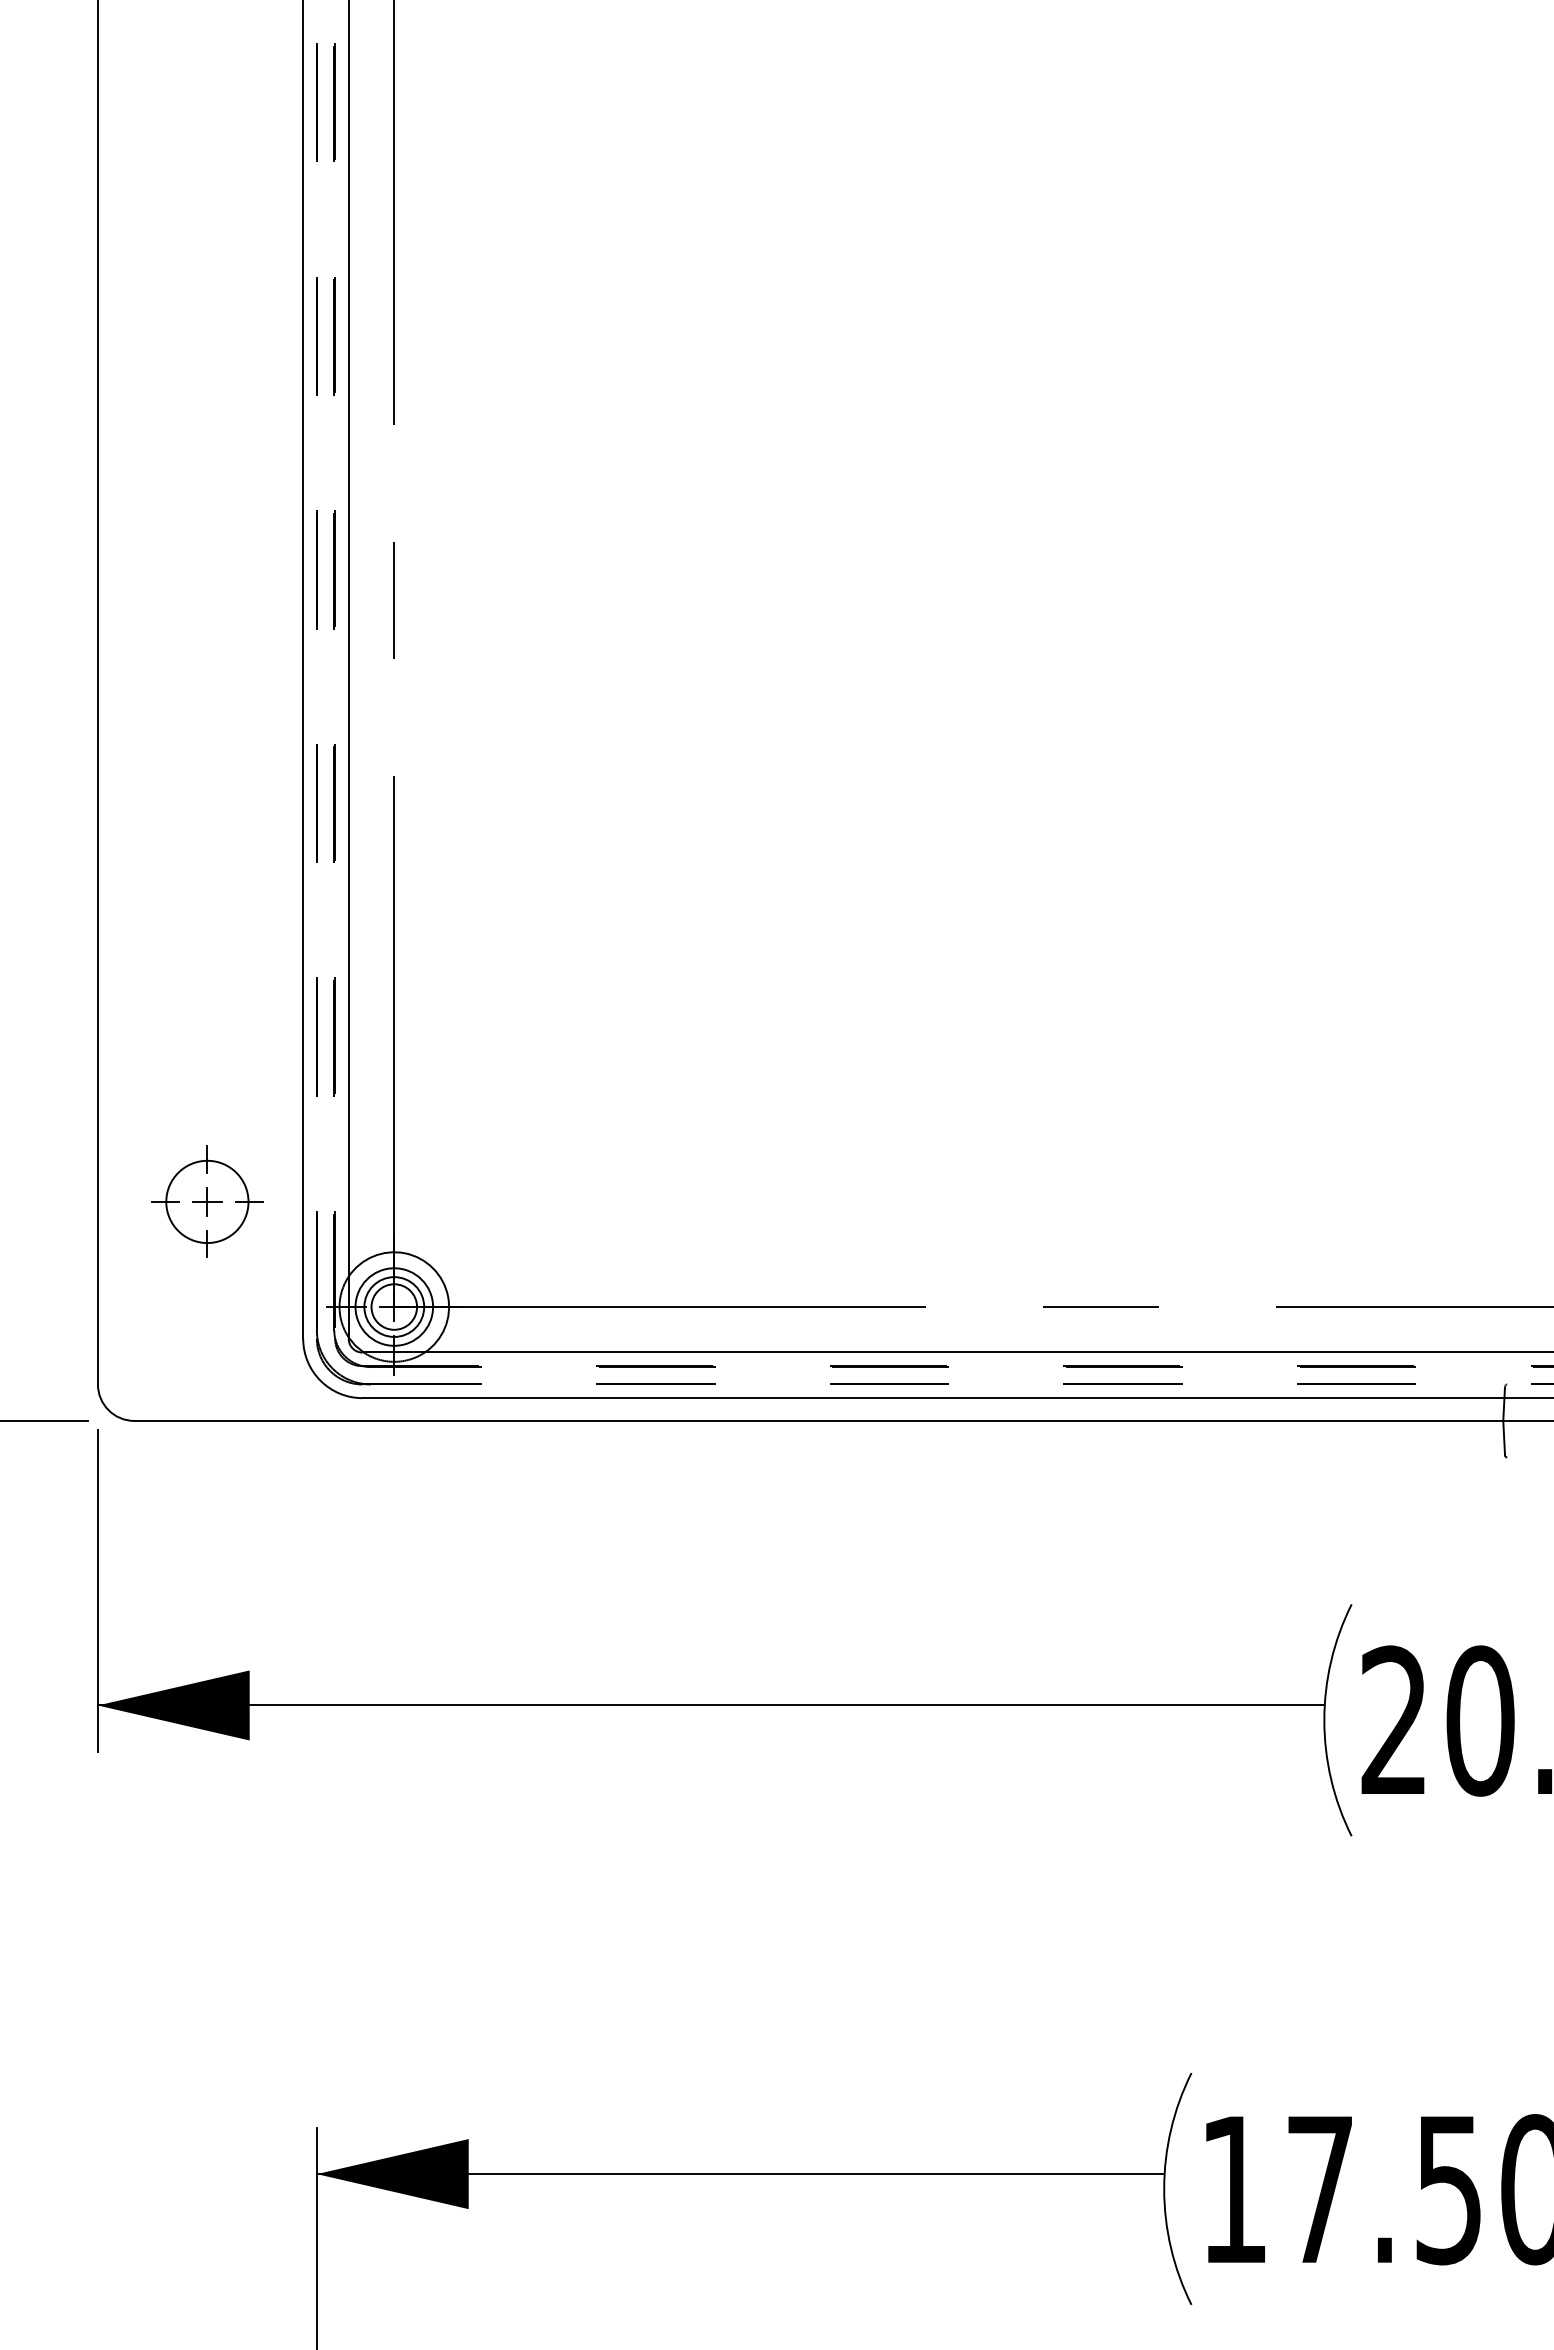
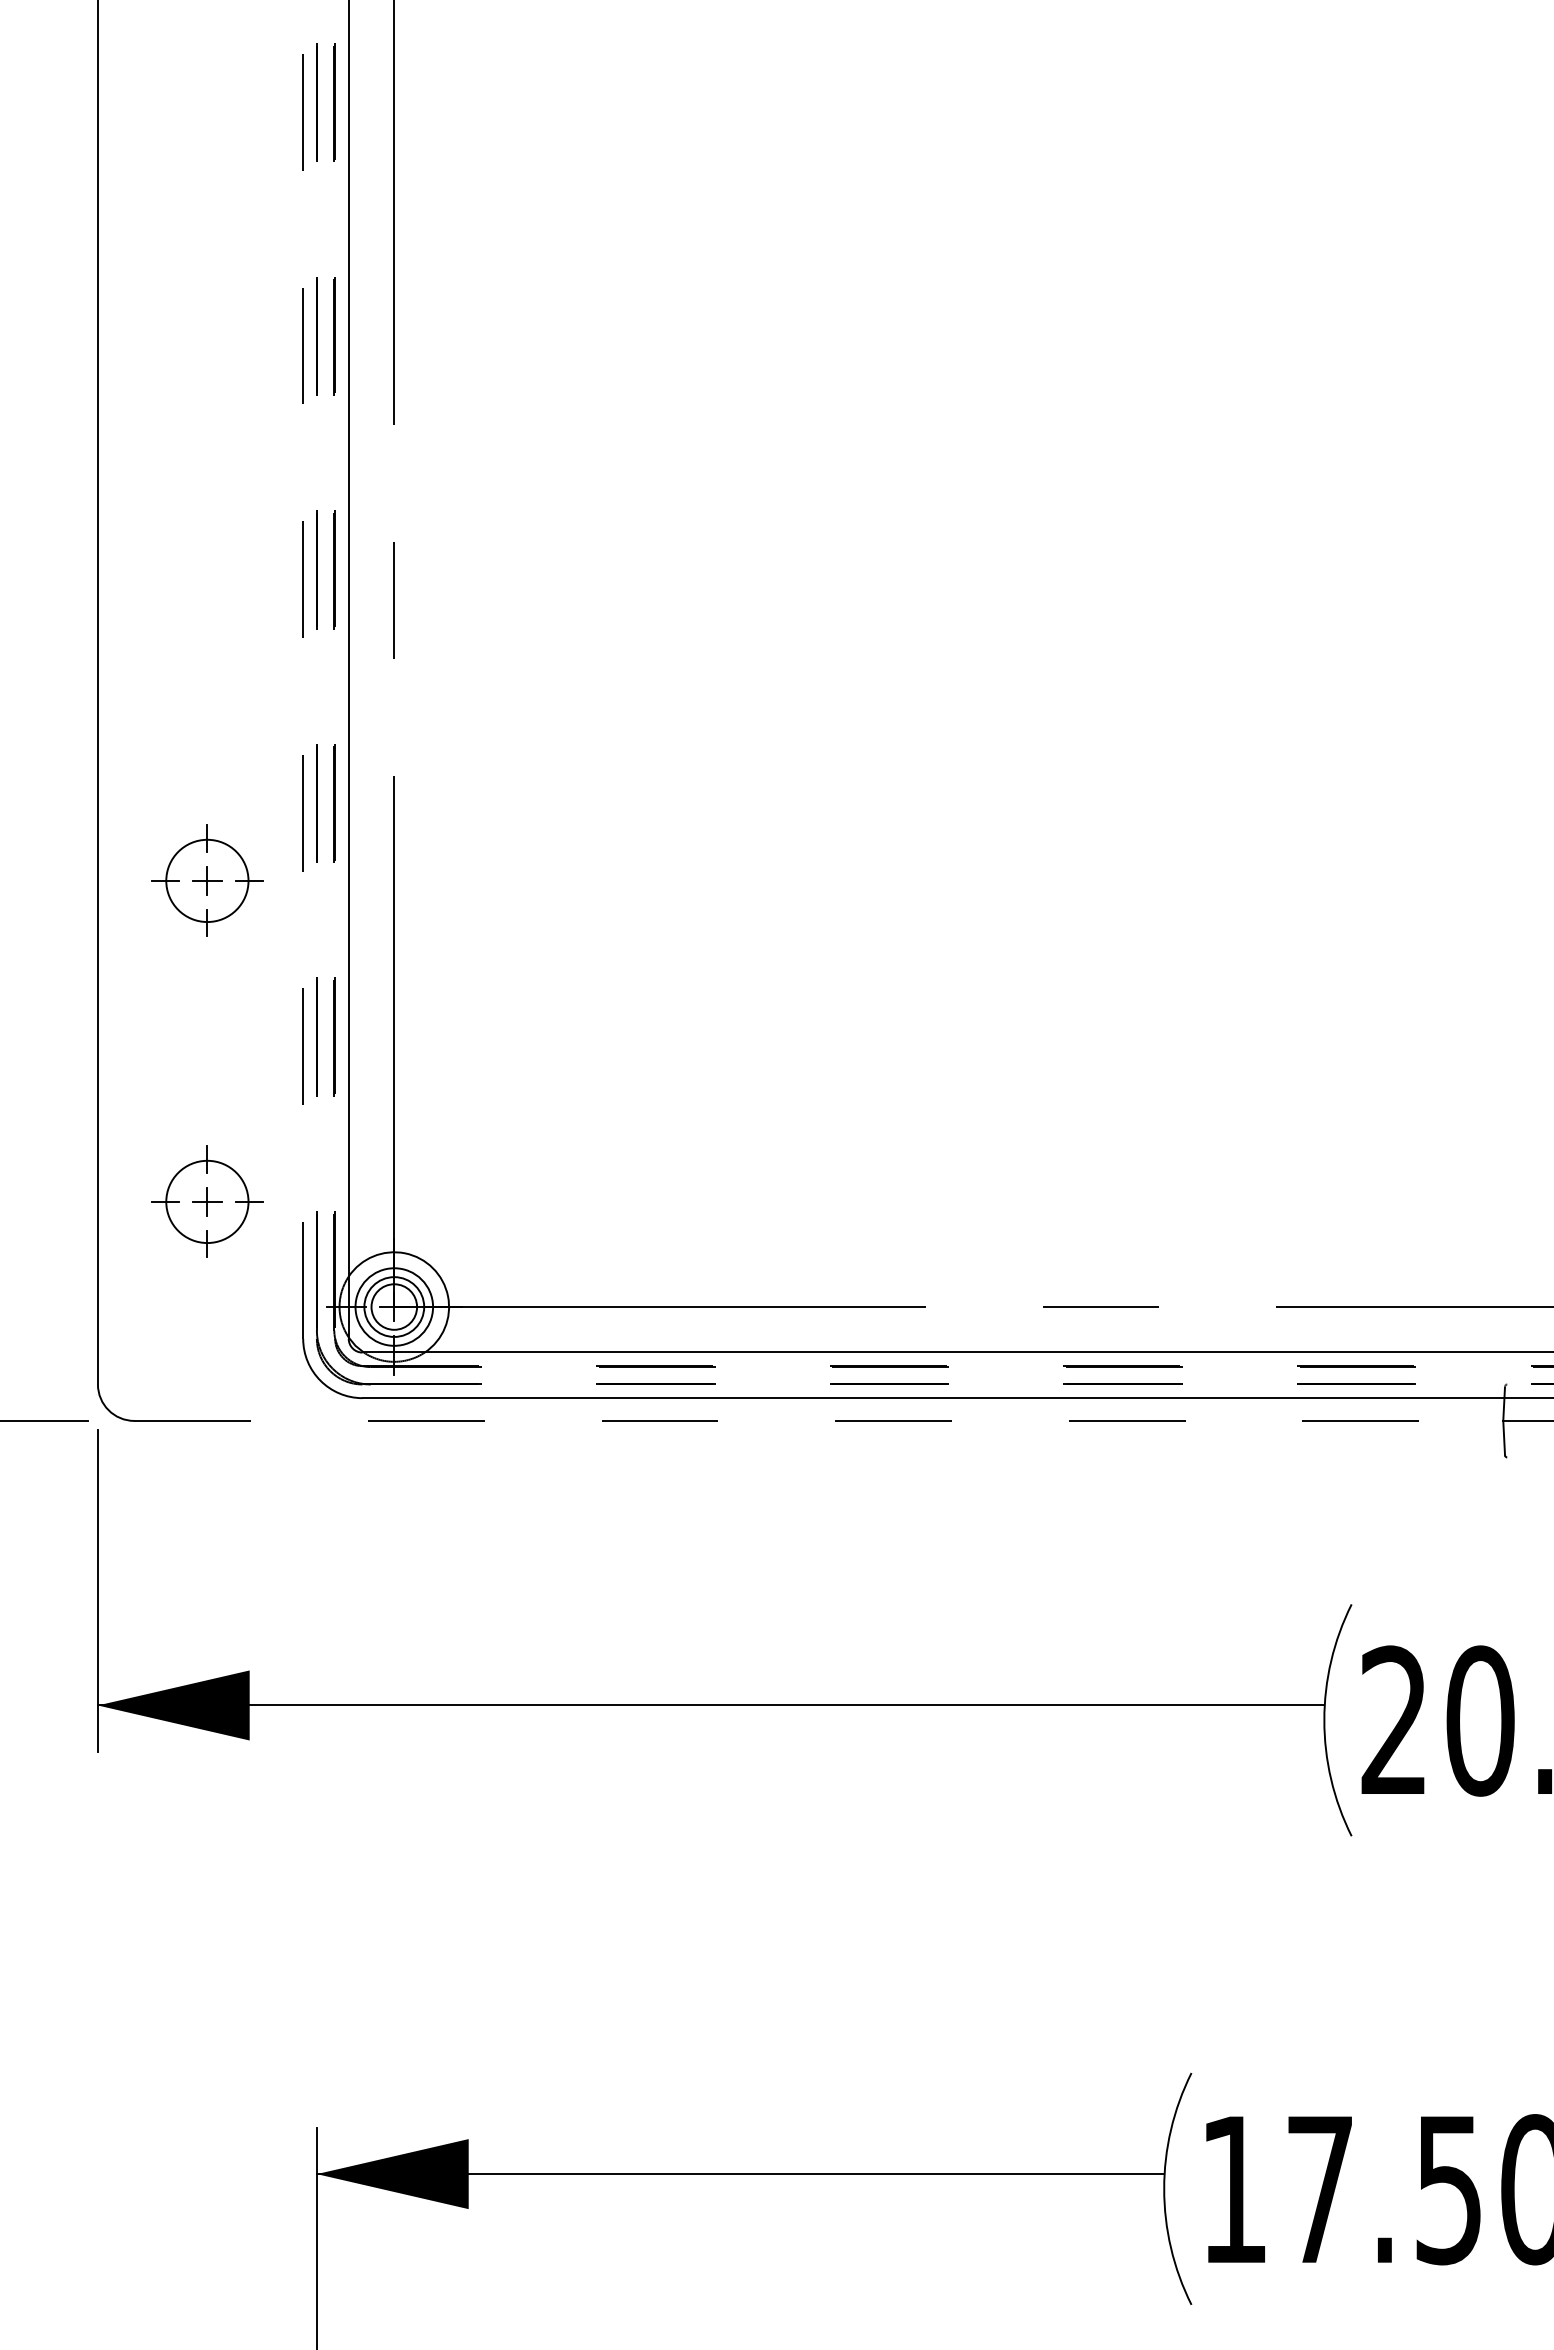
line at (303, 669): solid -> dashed
part at (207, 880): none -> present
line at (819, 1420): solid -> dashed
